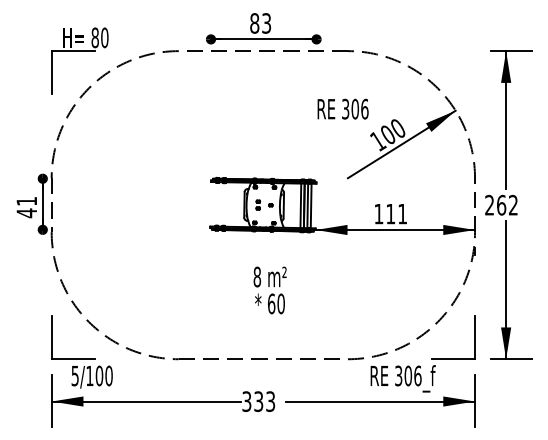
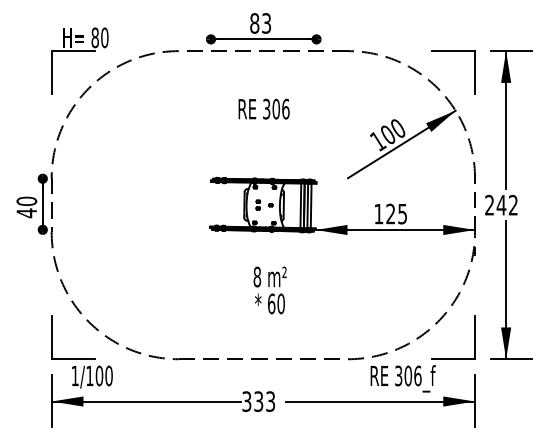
part at (453, 51): none -> present
text at (342, 108) position: (342, 108) -> (263, 108)
text at (26, 200): 41 -> 40
text at (501, 204): 262 -> 242
text at (396, 213): 111 -> 125
text at (74, 376): 5/100 -> 1/100
